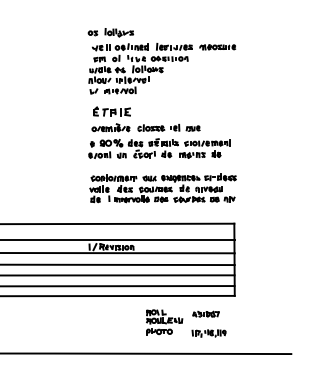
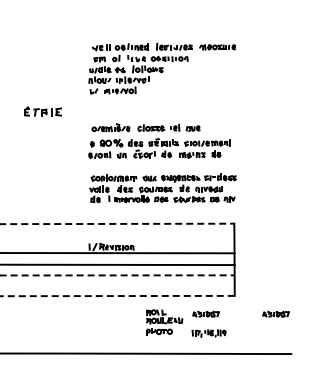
part at (110, 32): present -> none
part at (111, 111) position: (111, 111) -> (42, 111)
line at (117, 223): solid -> dashed
line at (118, 240): present -> none
line at (117, 275): solid -> dashed
line at (118, 286): present -> none
line at (116, 296): solid -> dashed
part at (275, 313): none -> present
